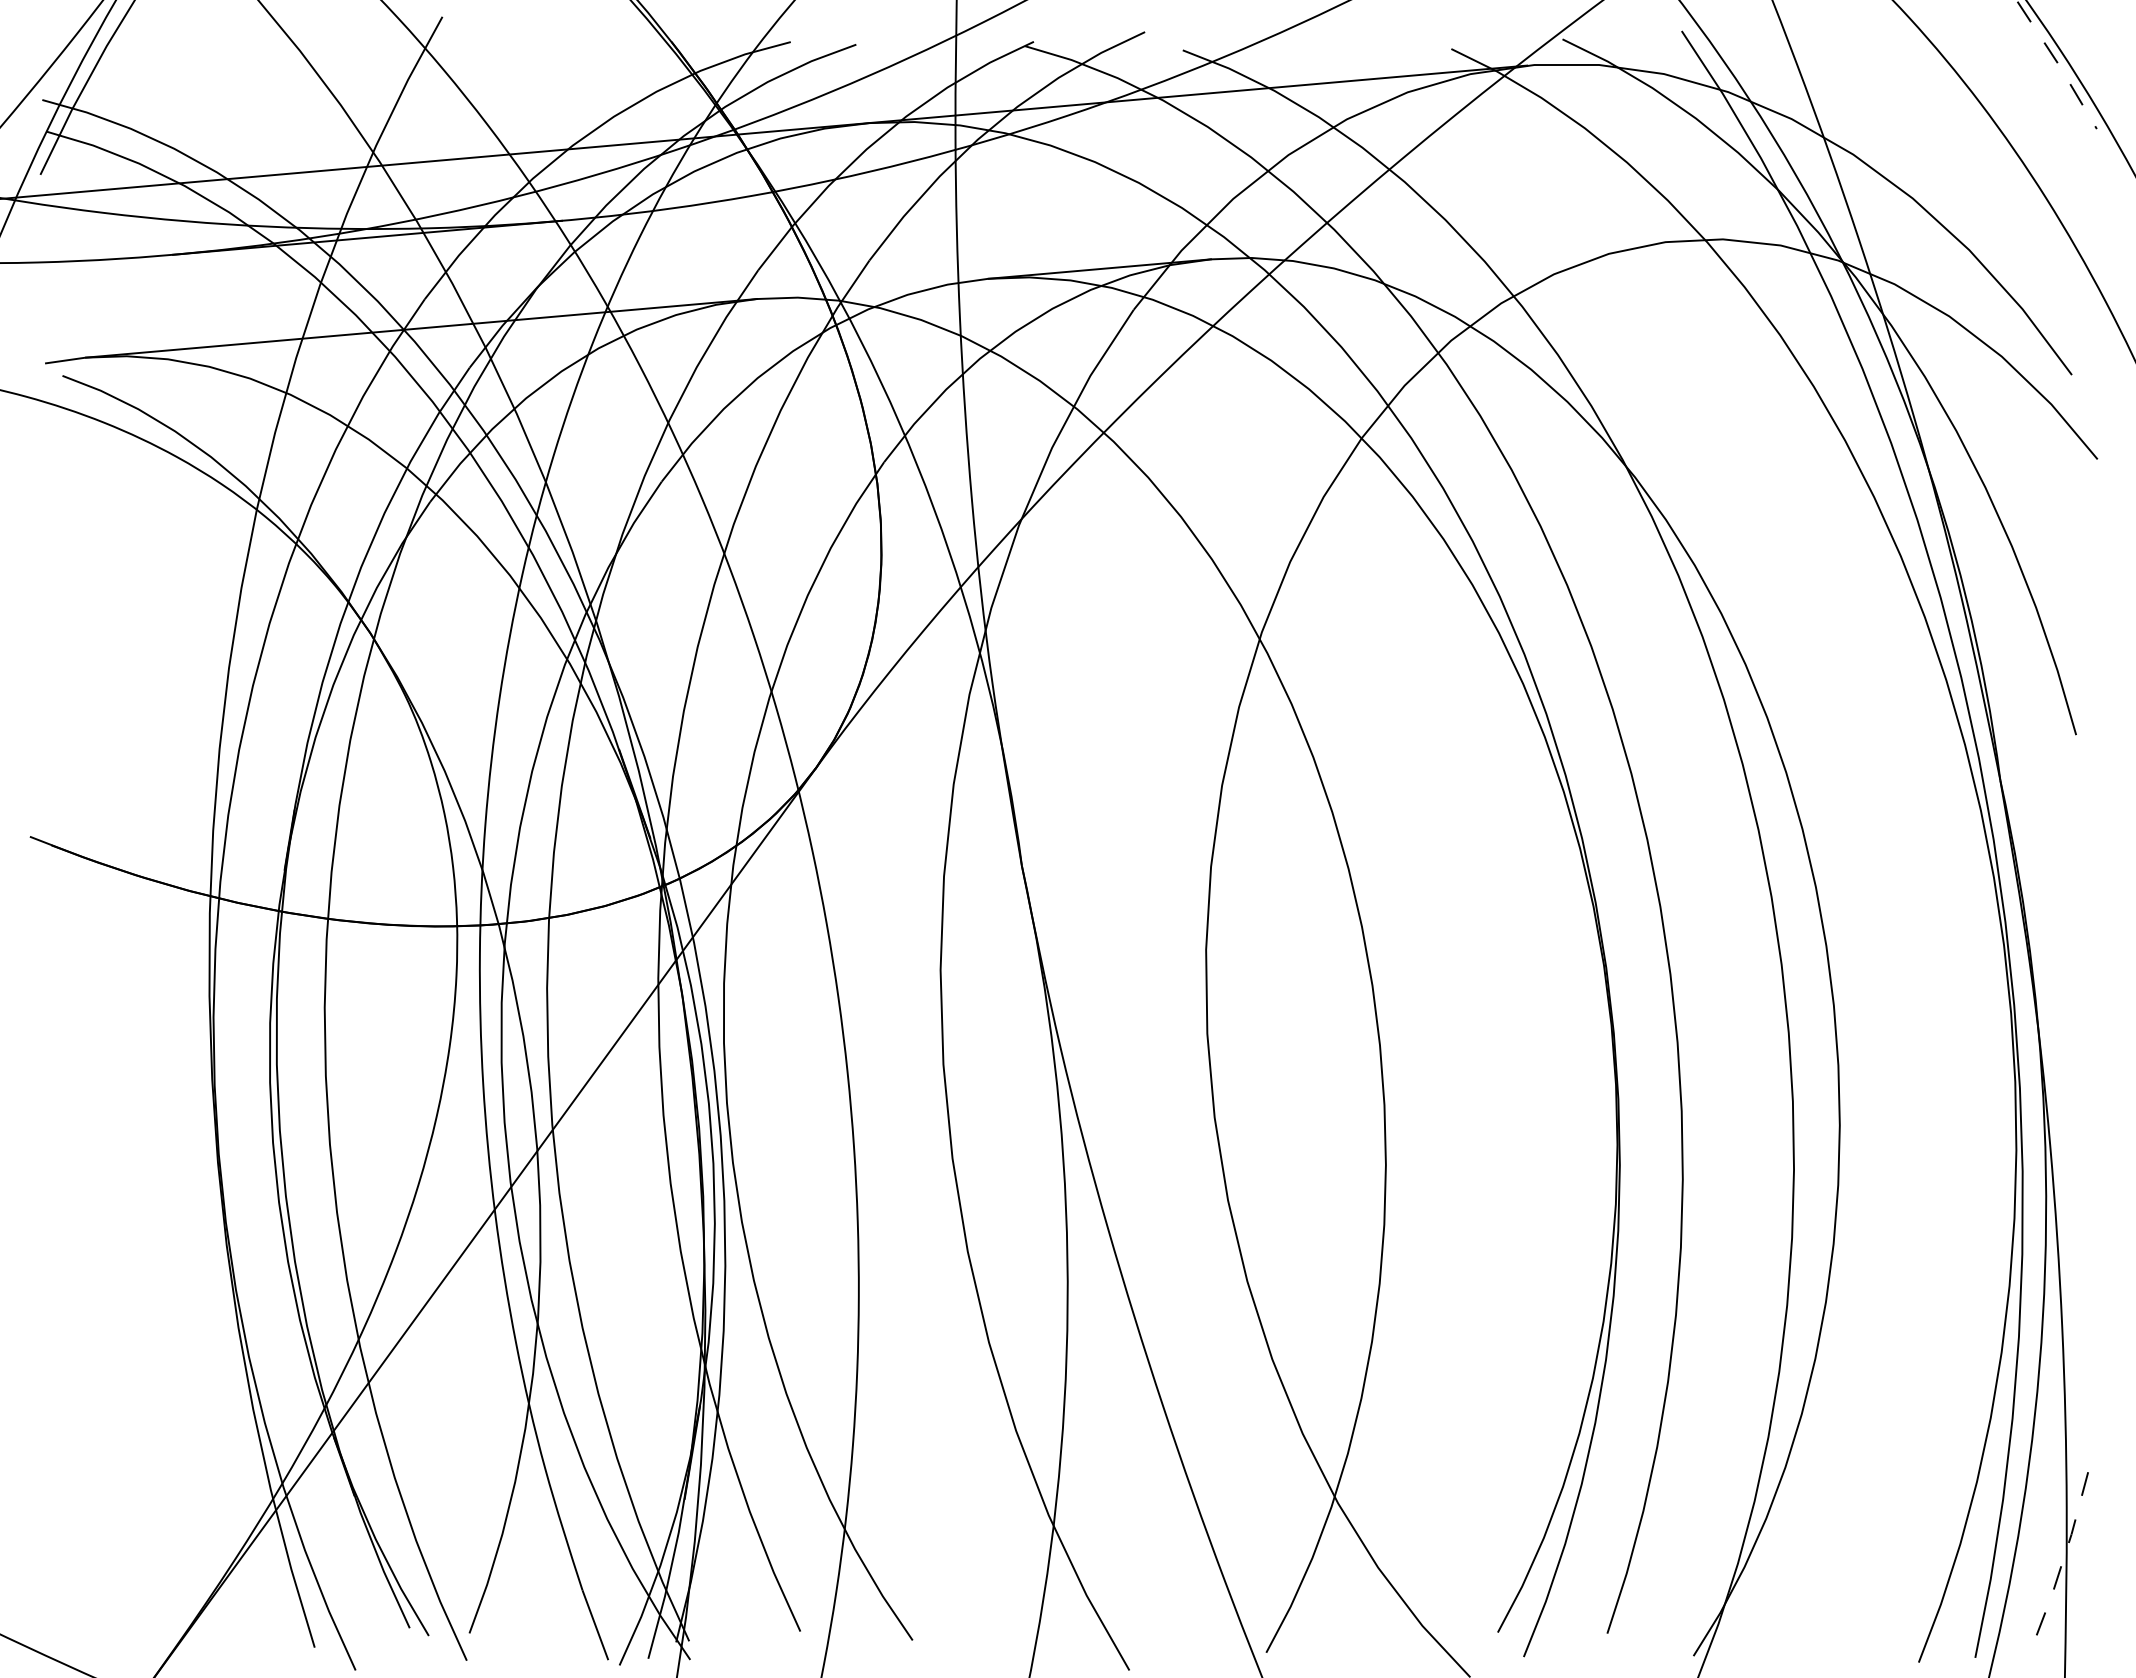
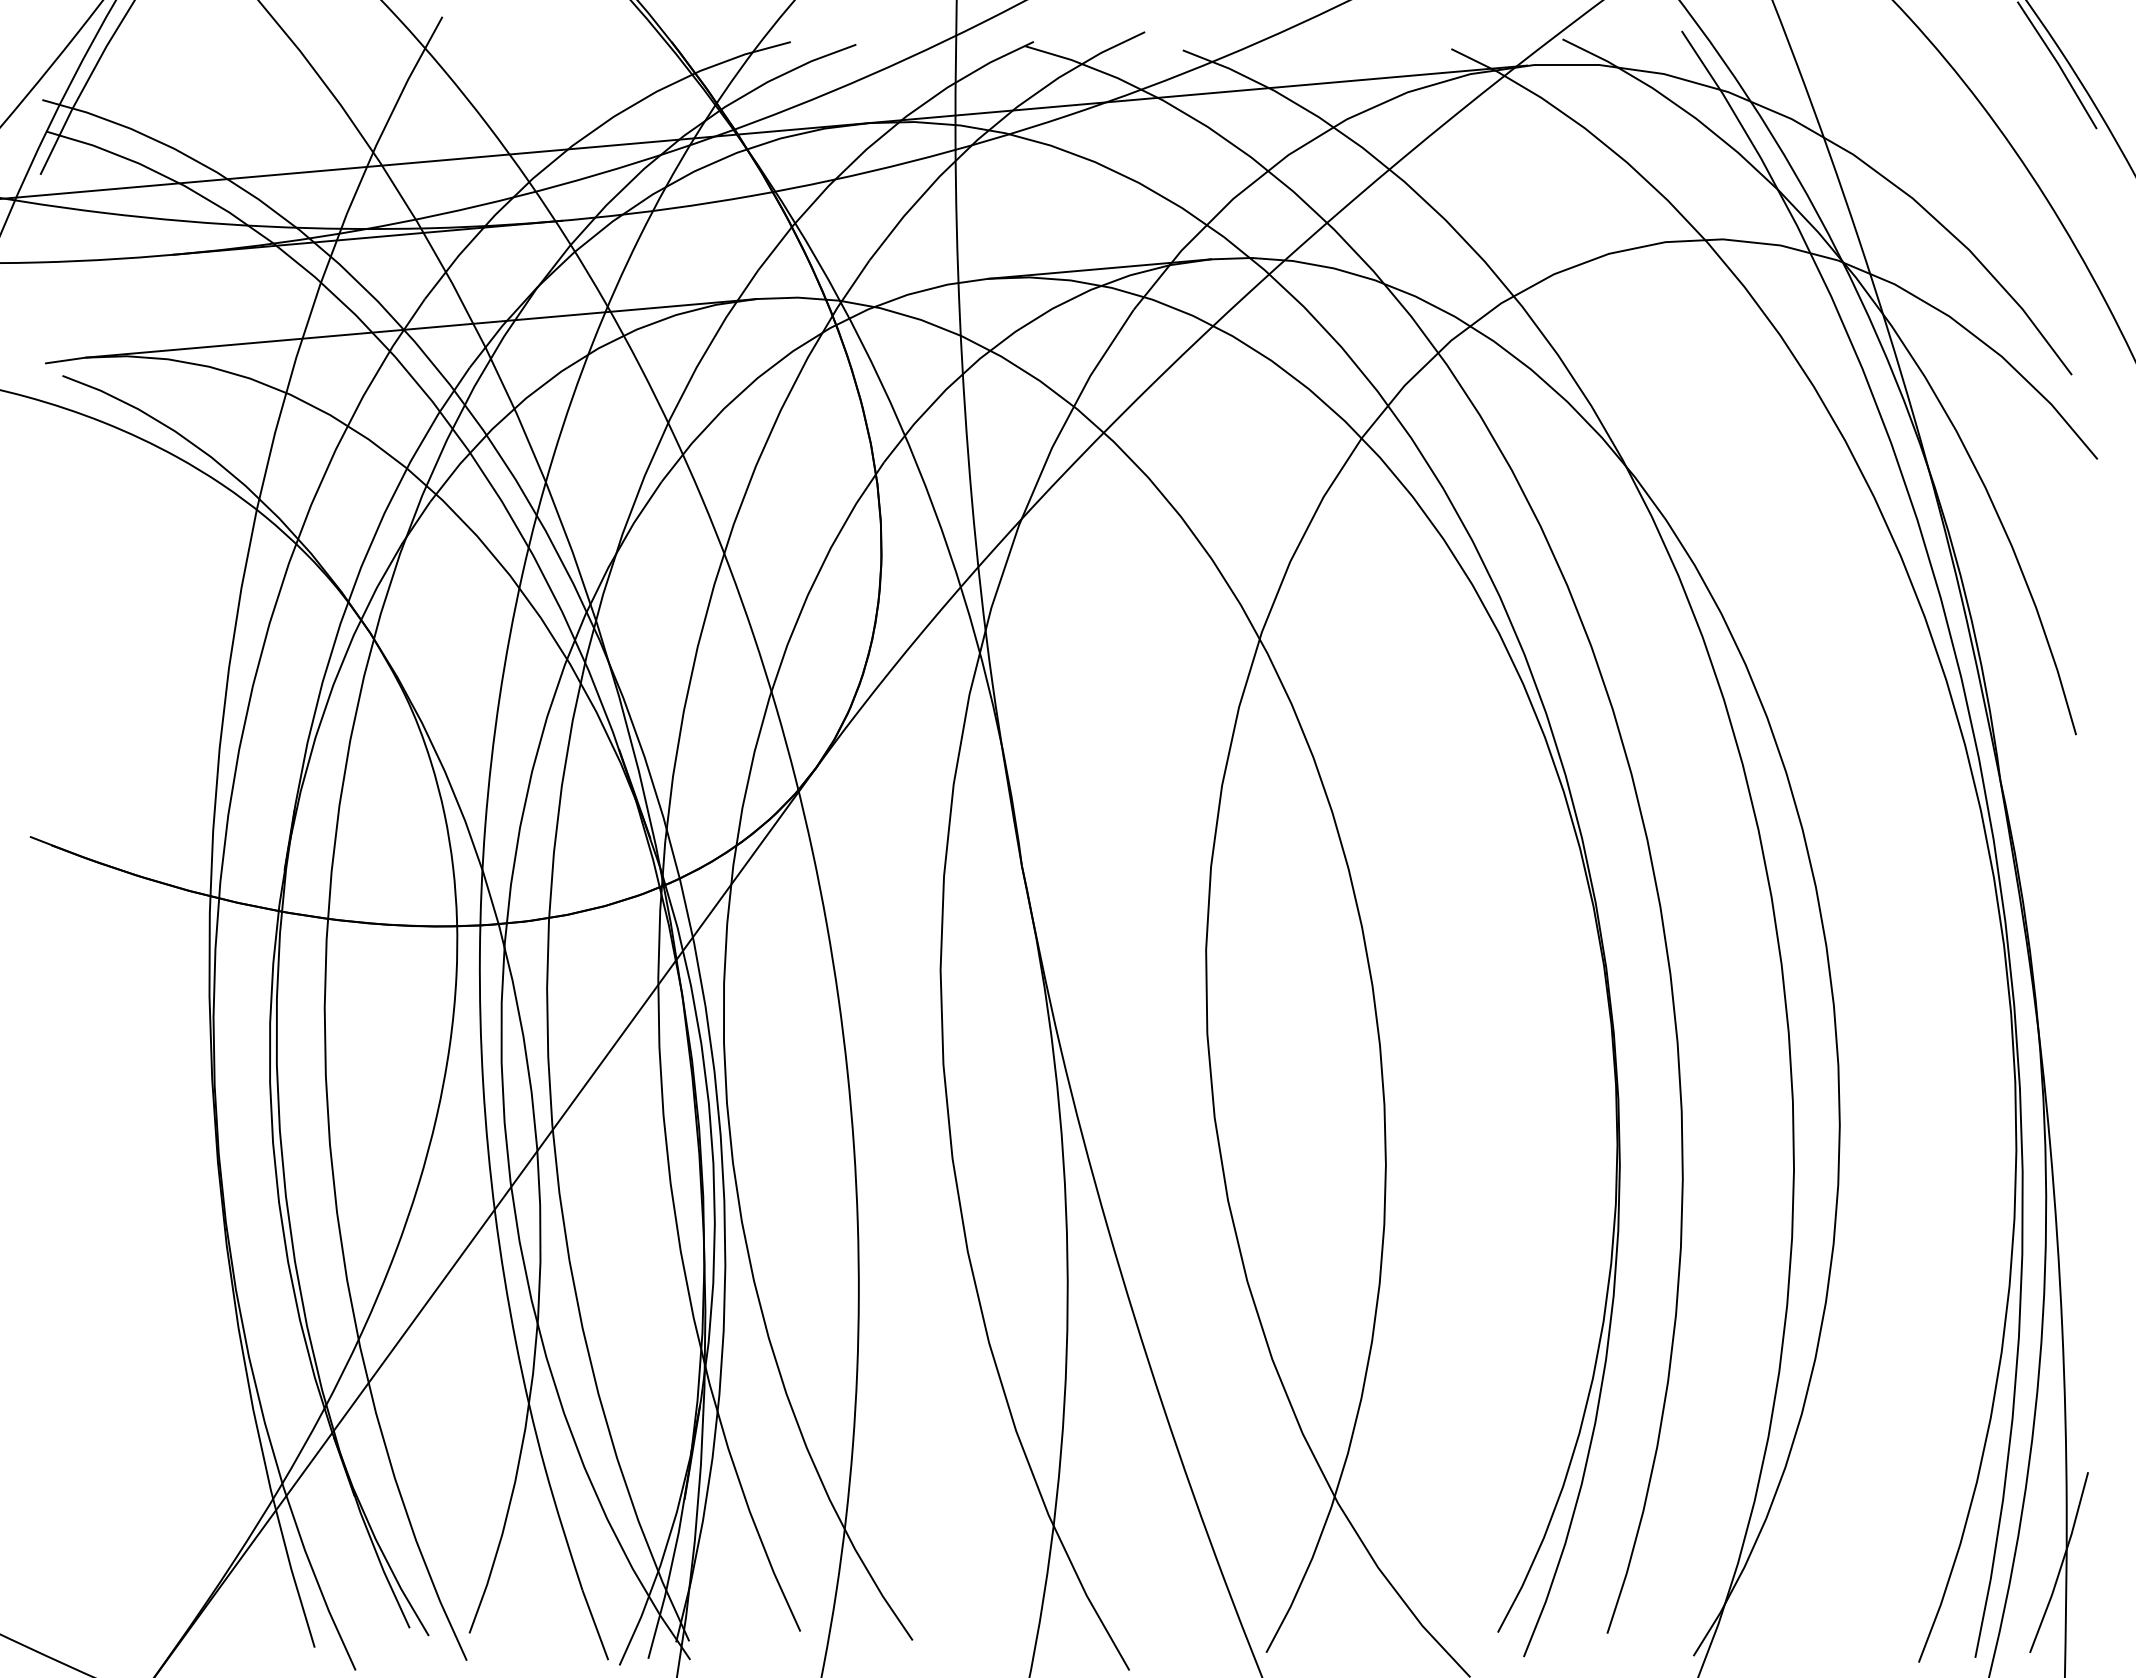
line at (2058, 63): dashed -> solid
line at (2062, 1563): dashed -> solid
